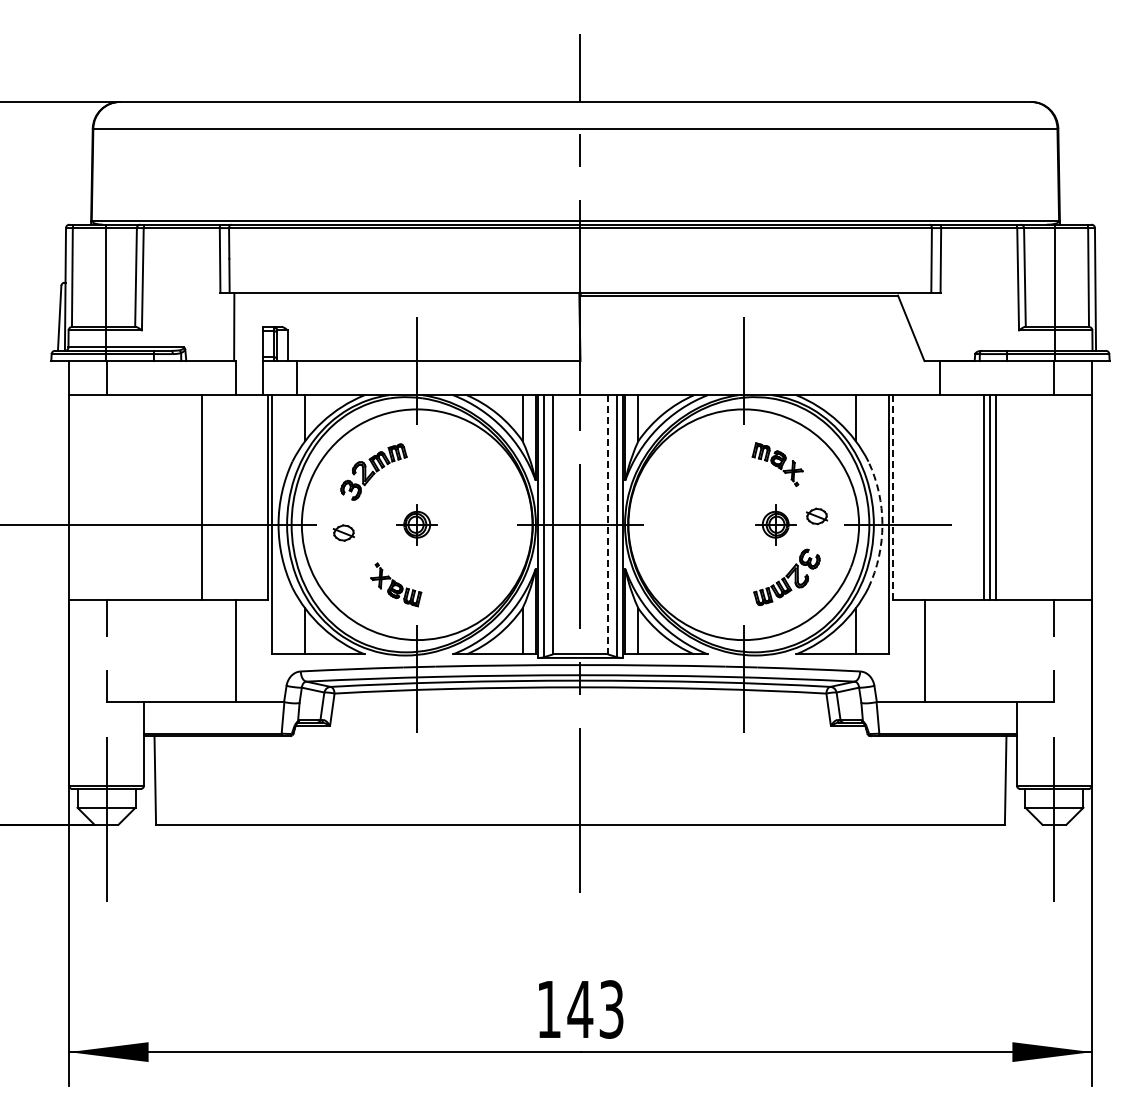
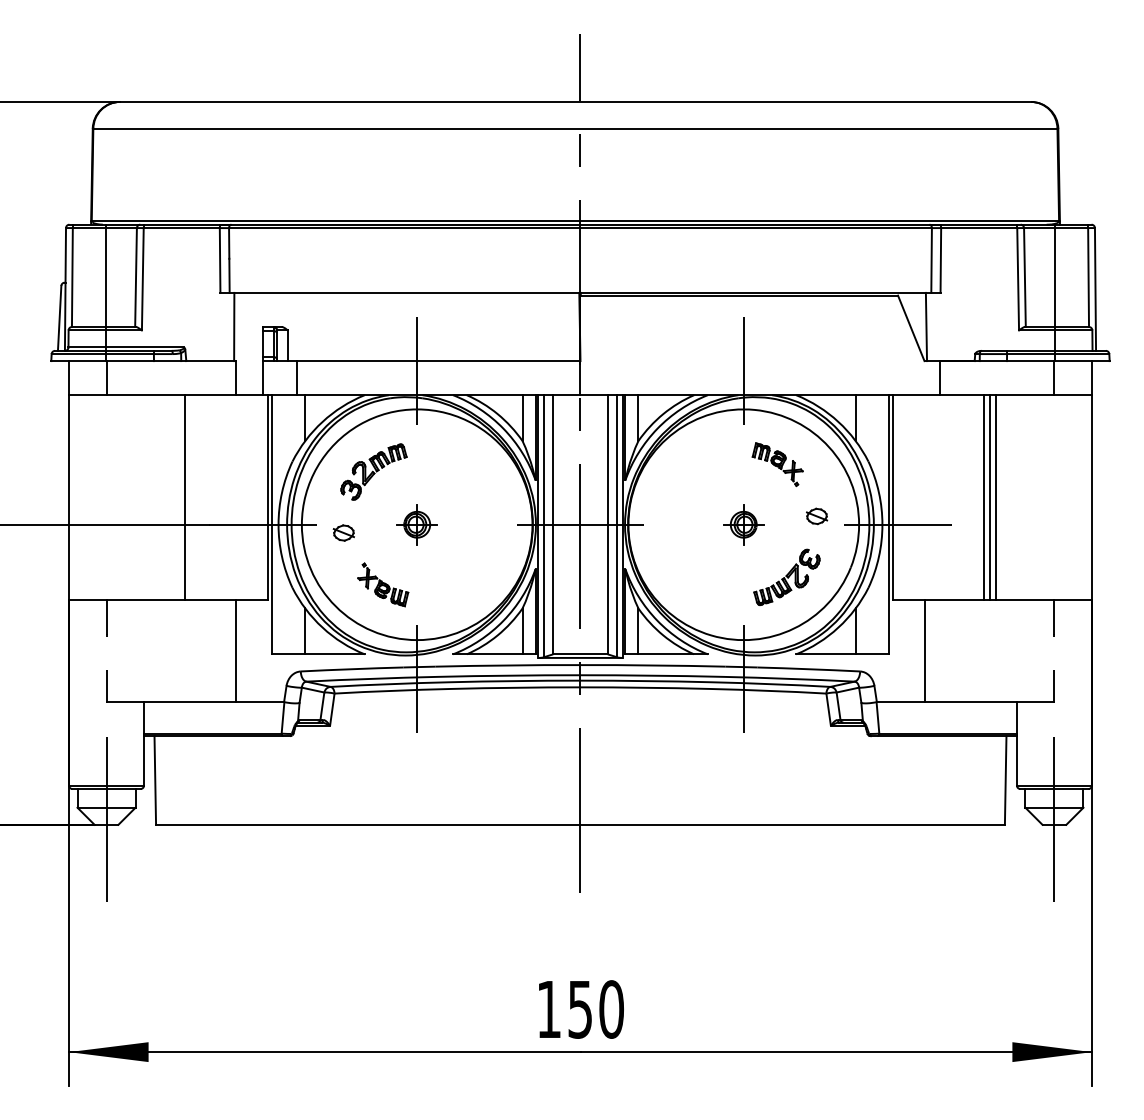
line at (926, 326): none -> present
line at (893, 496): dashed -> solid
line at (202, 497) position: (202, 497) -> (185, 497)
line at (607, 524): dashed -> solid
part at (775, 524) position: (775, 524) -> (743, 524)
arc at (882, 524): dashed -> solid
part at (396, 584) position: (396, 584) -> (383, 584)
text at (595, 1009): 143 -> 150
